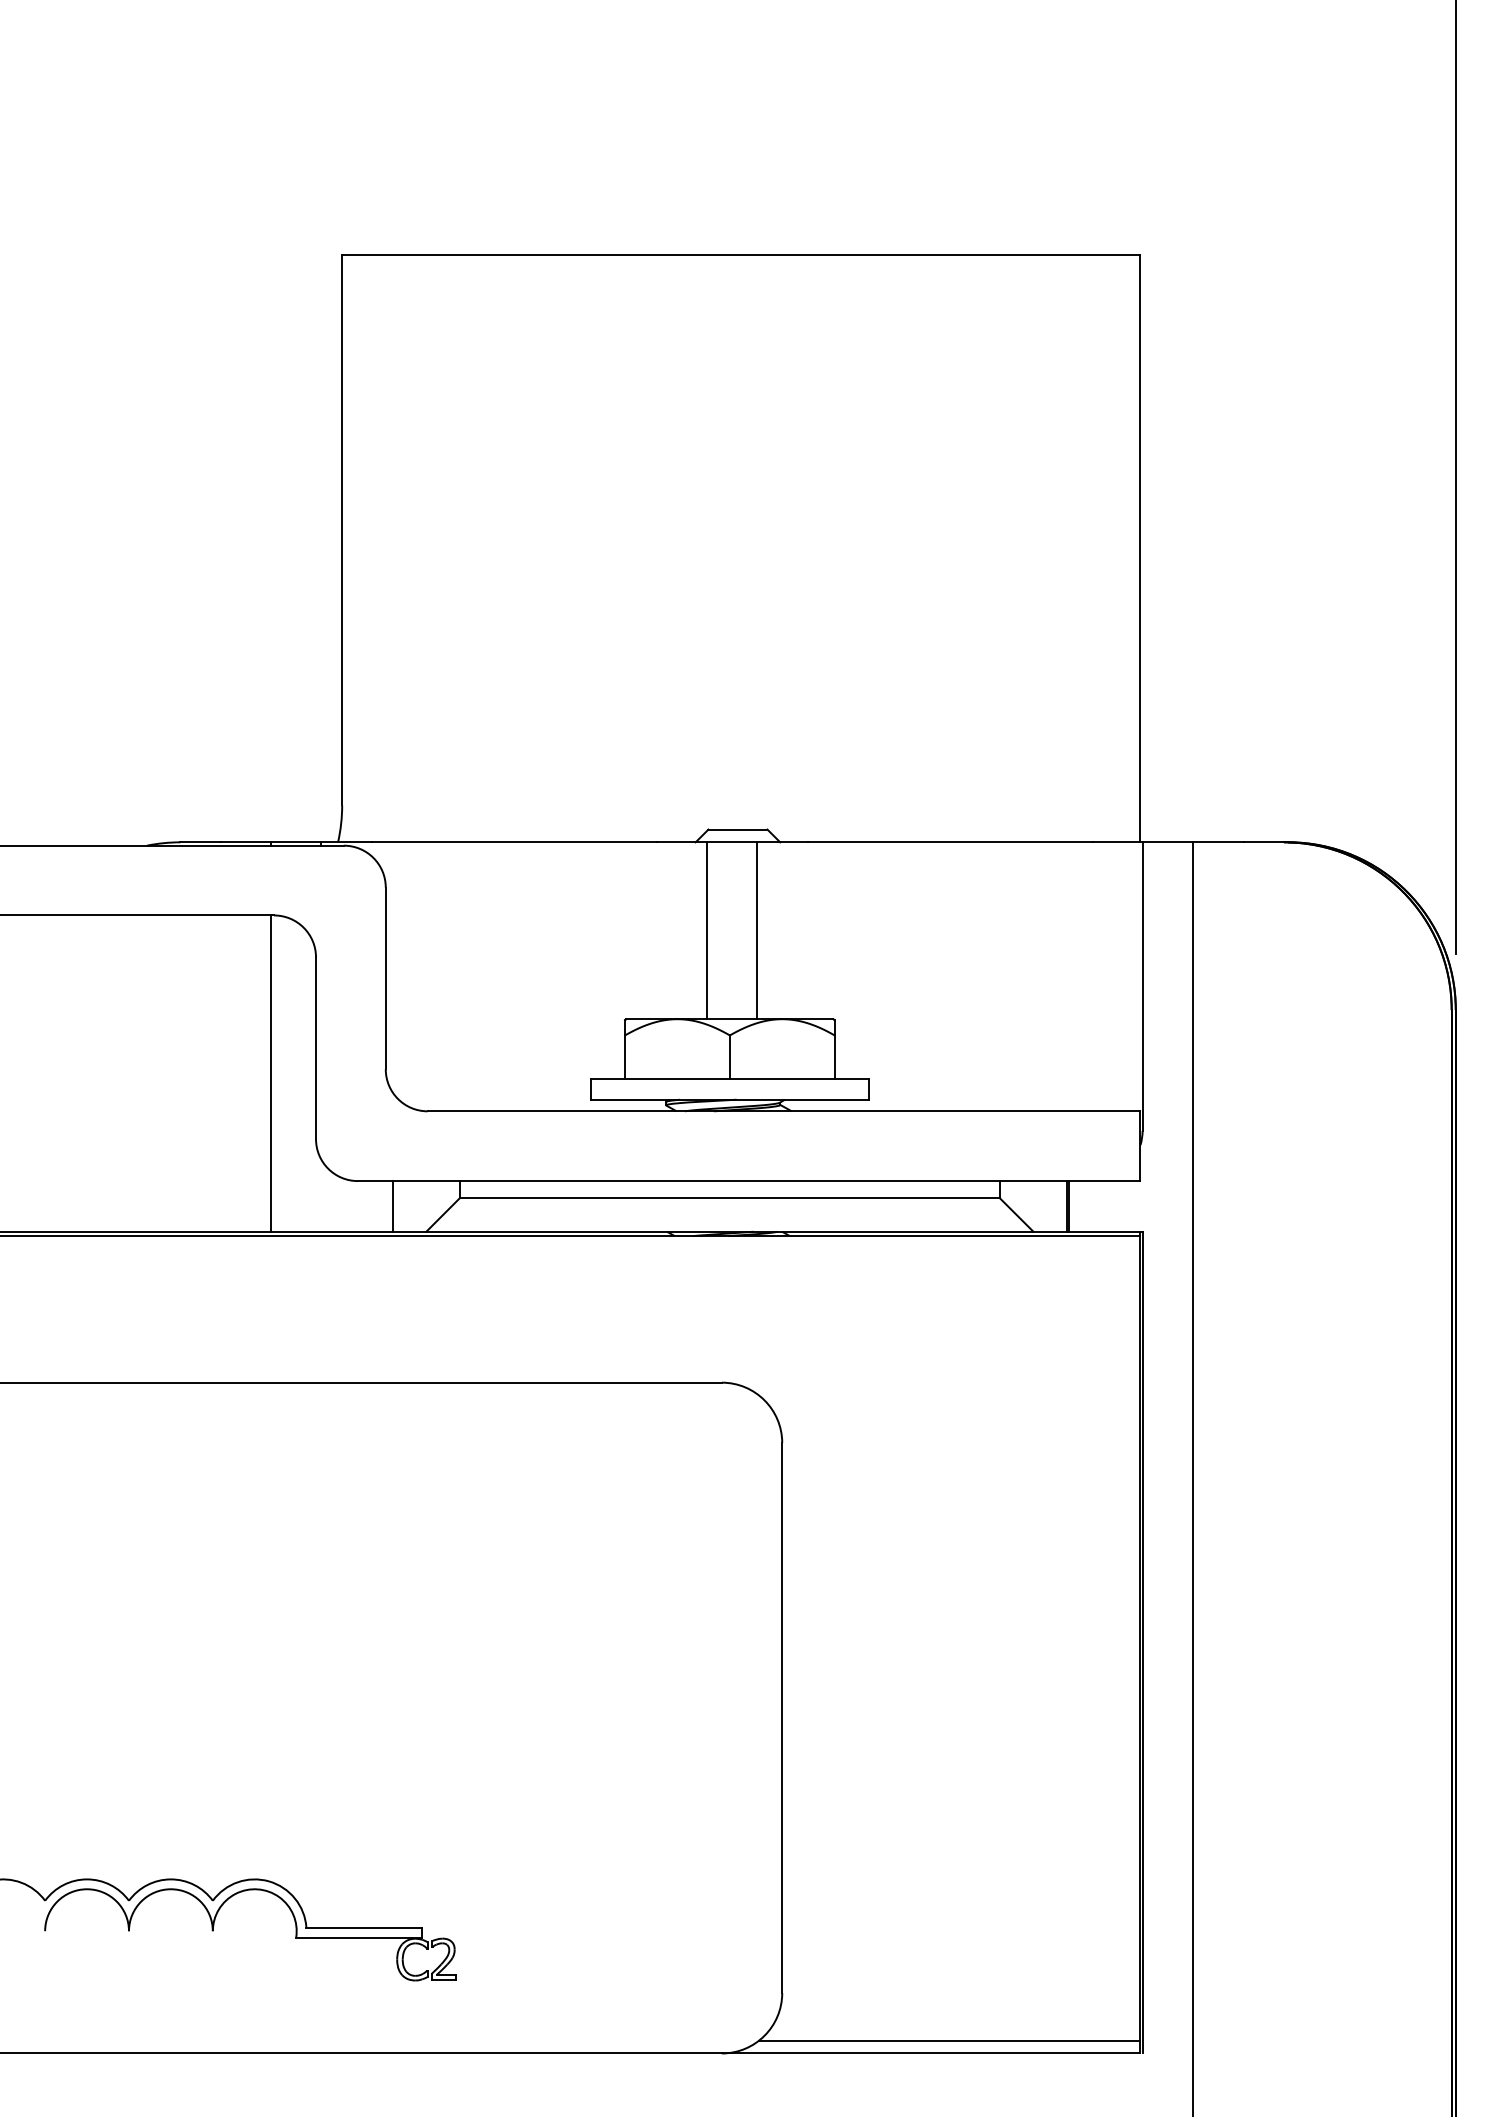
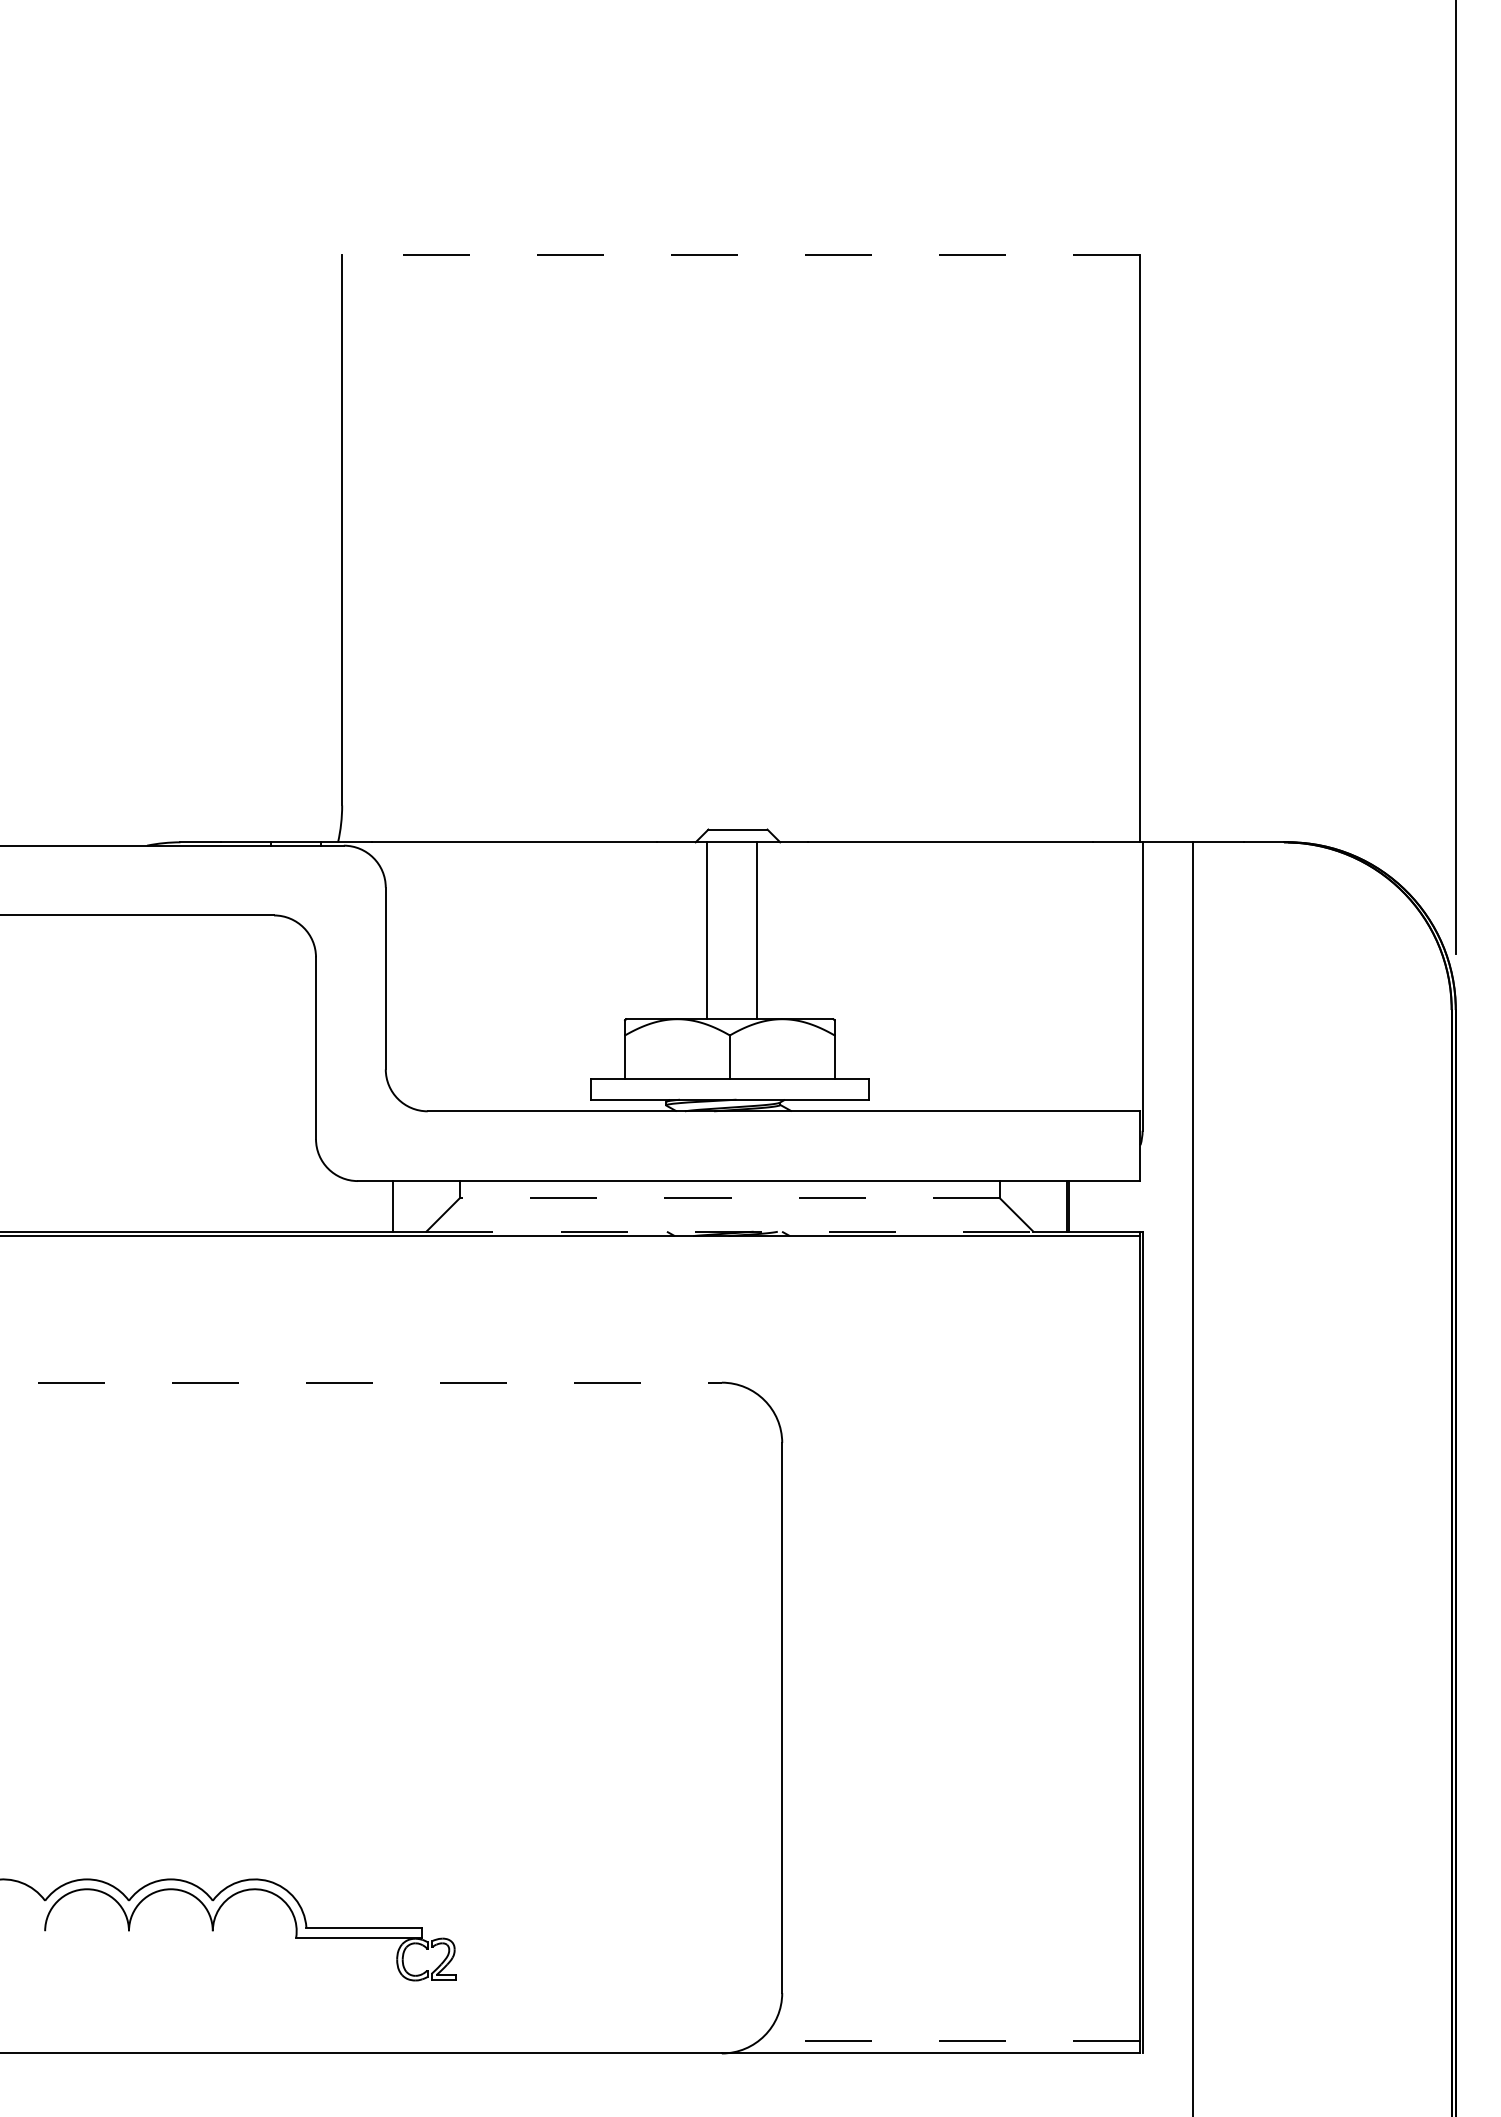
line at (740, 255): solid -> dashed
line at (270, 1073): present -> none
line at (729, 1198): solid -> dashed
line at (729, 1231): solid -> dashed
line at (360, 1382): solid -> dashed
line at (949, 2041): solid -> dashed
